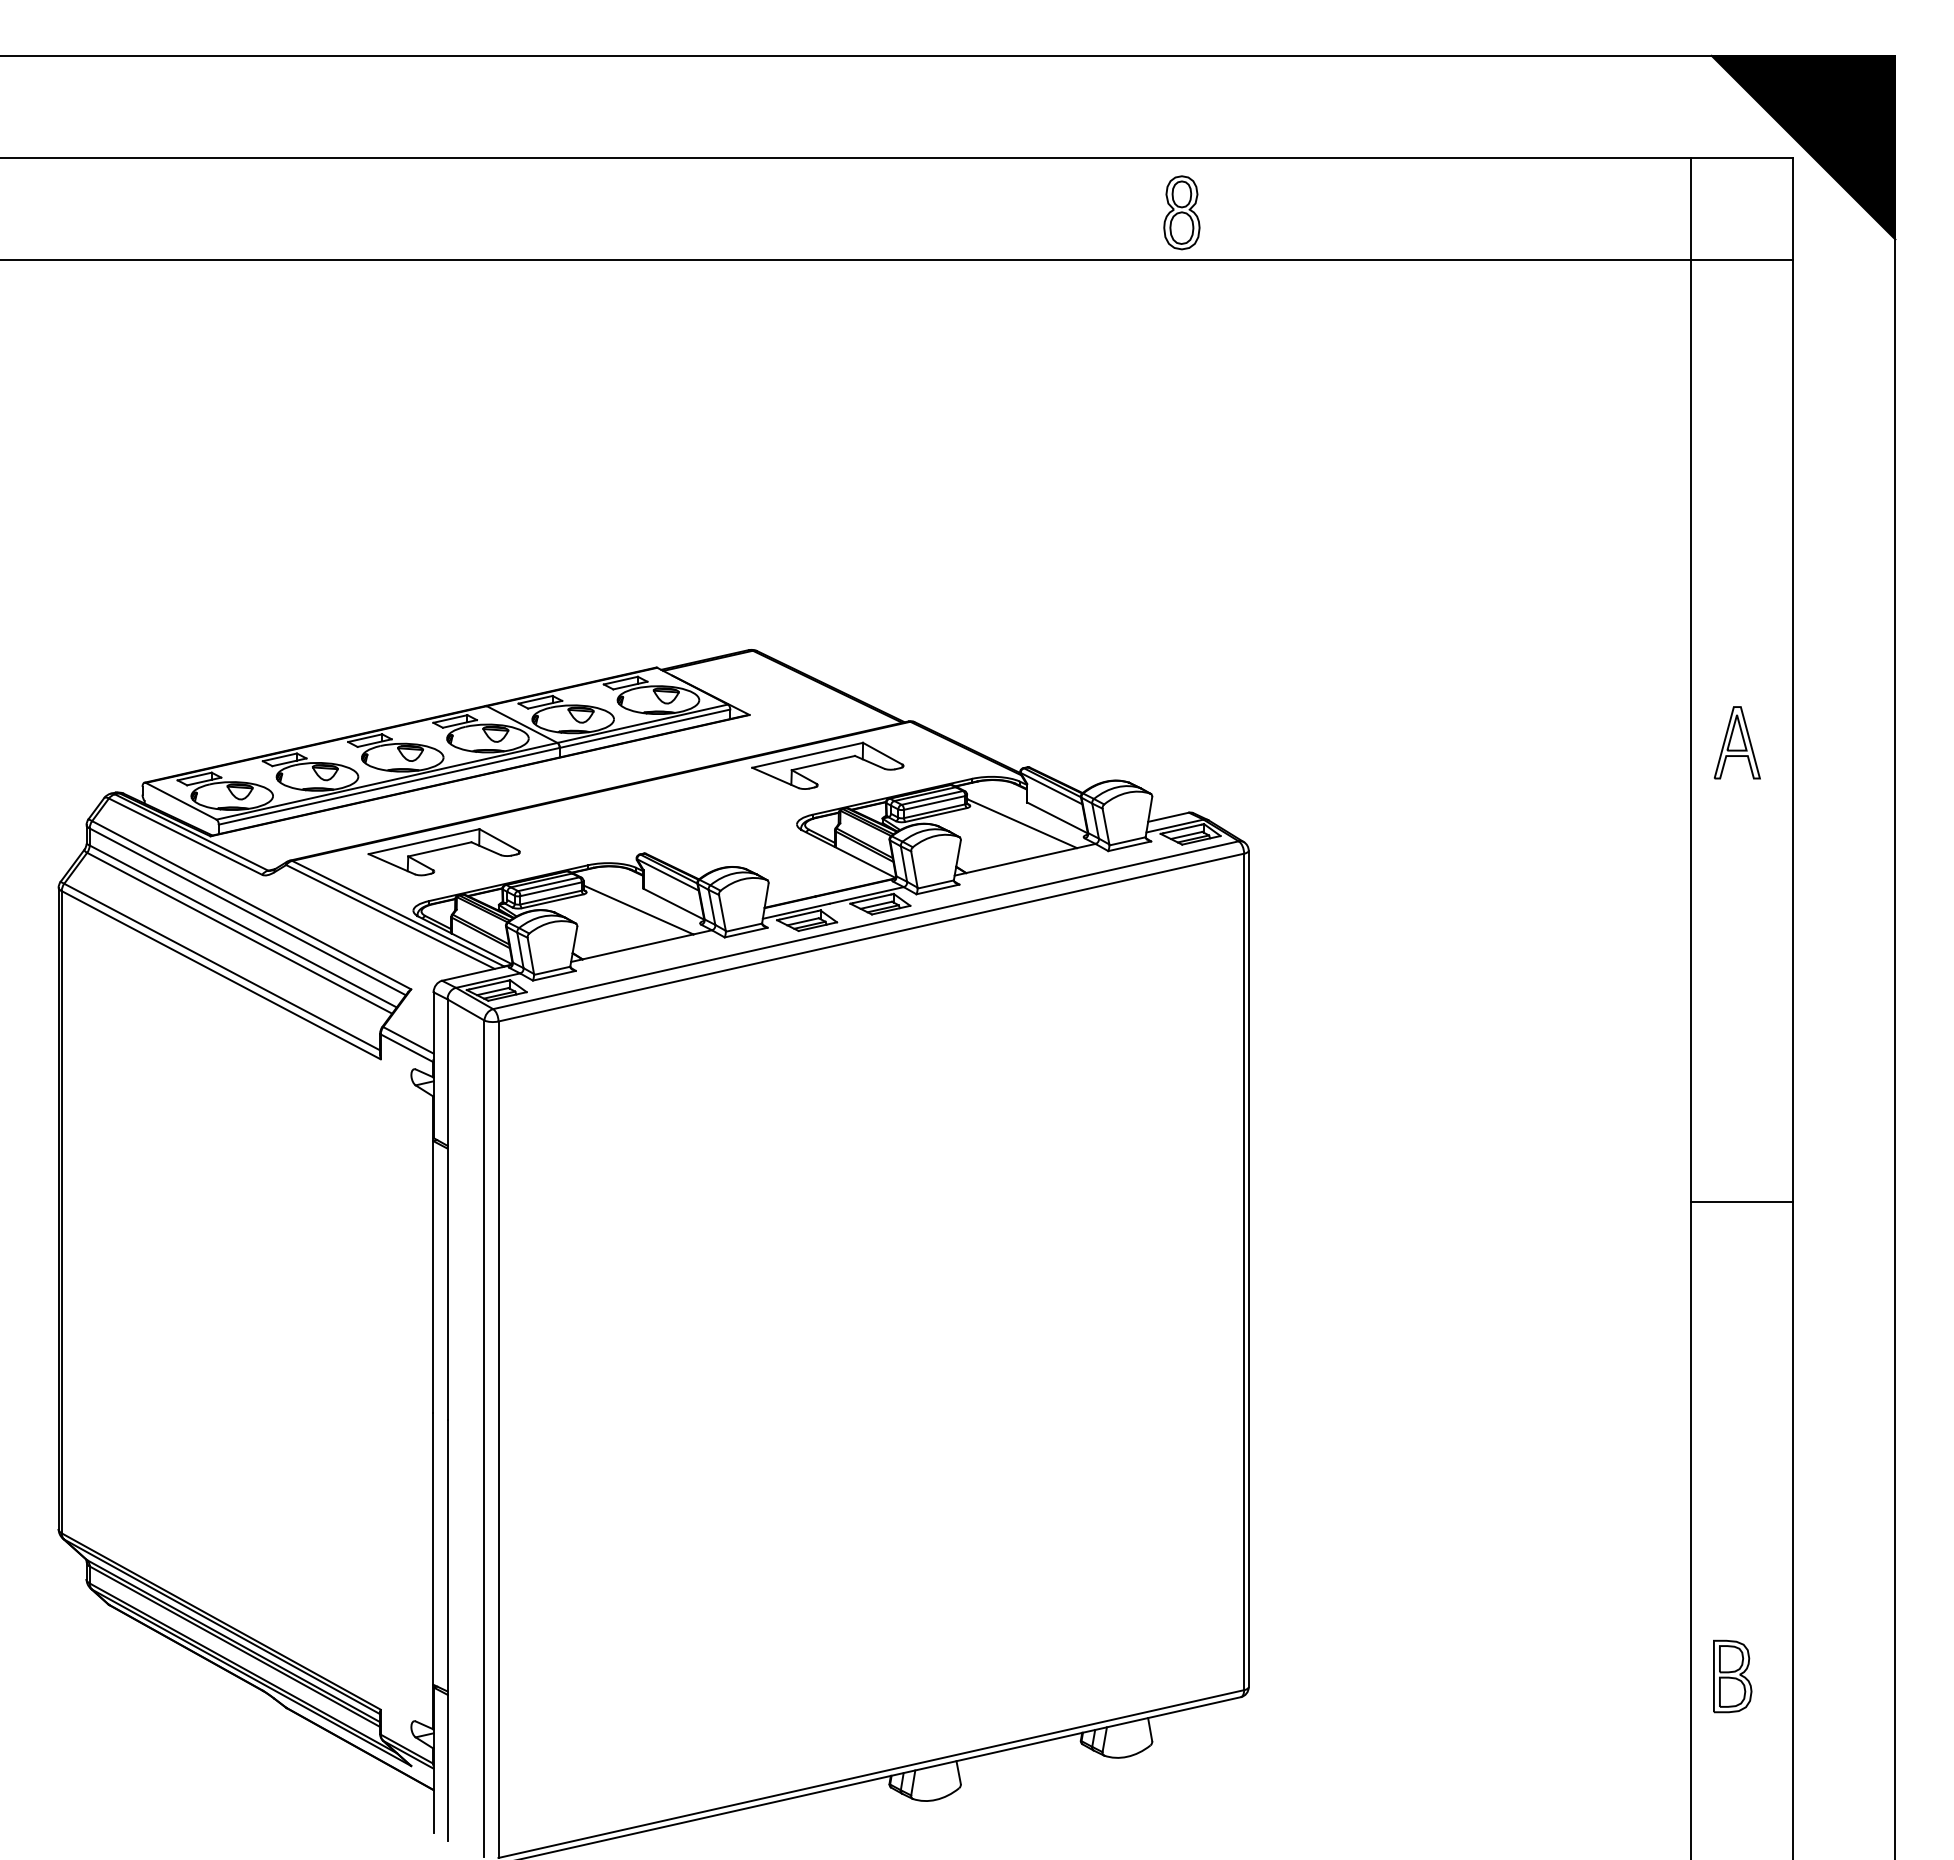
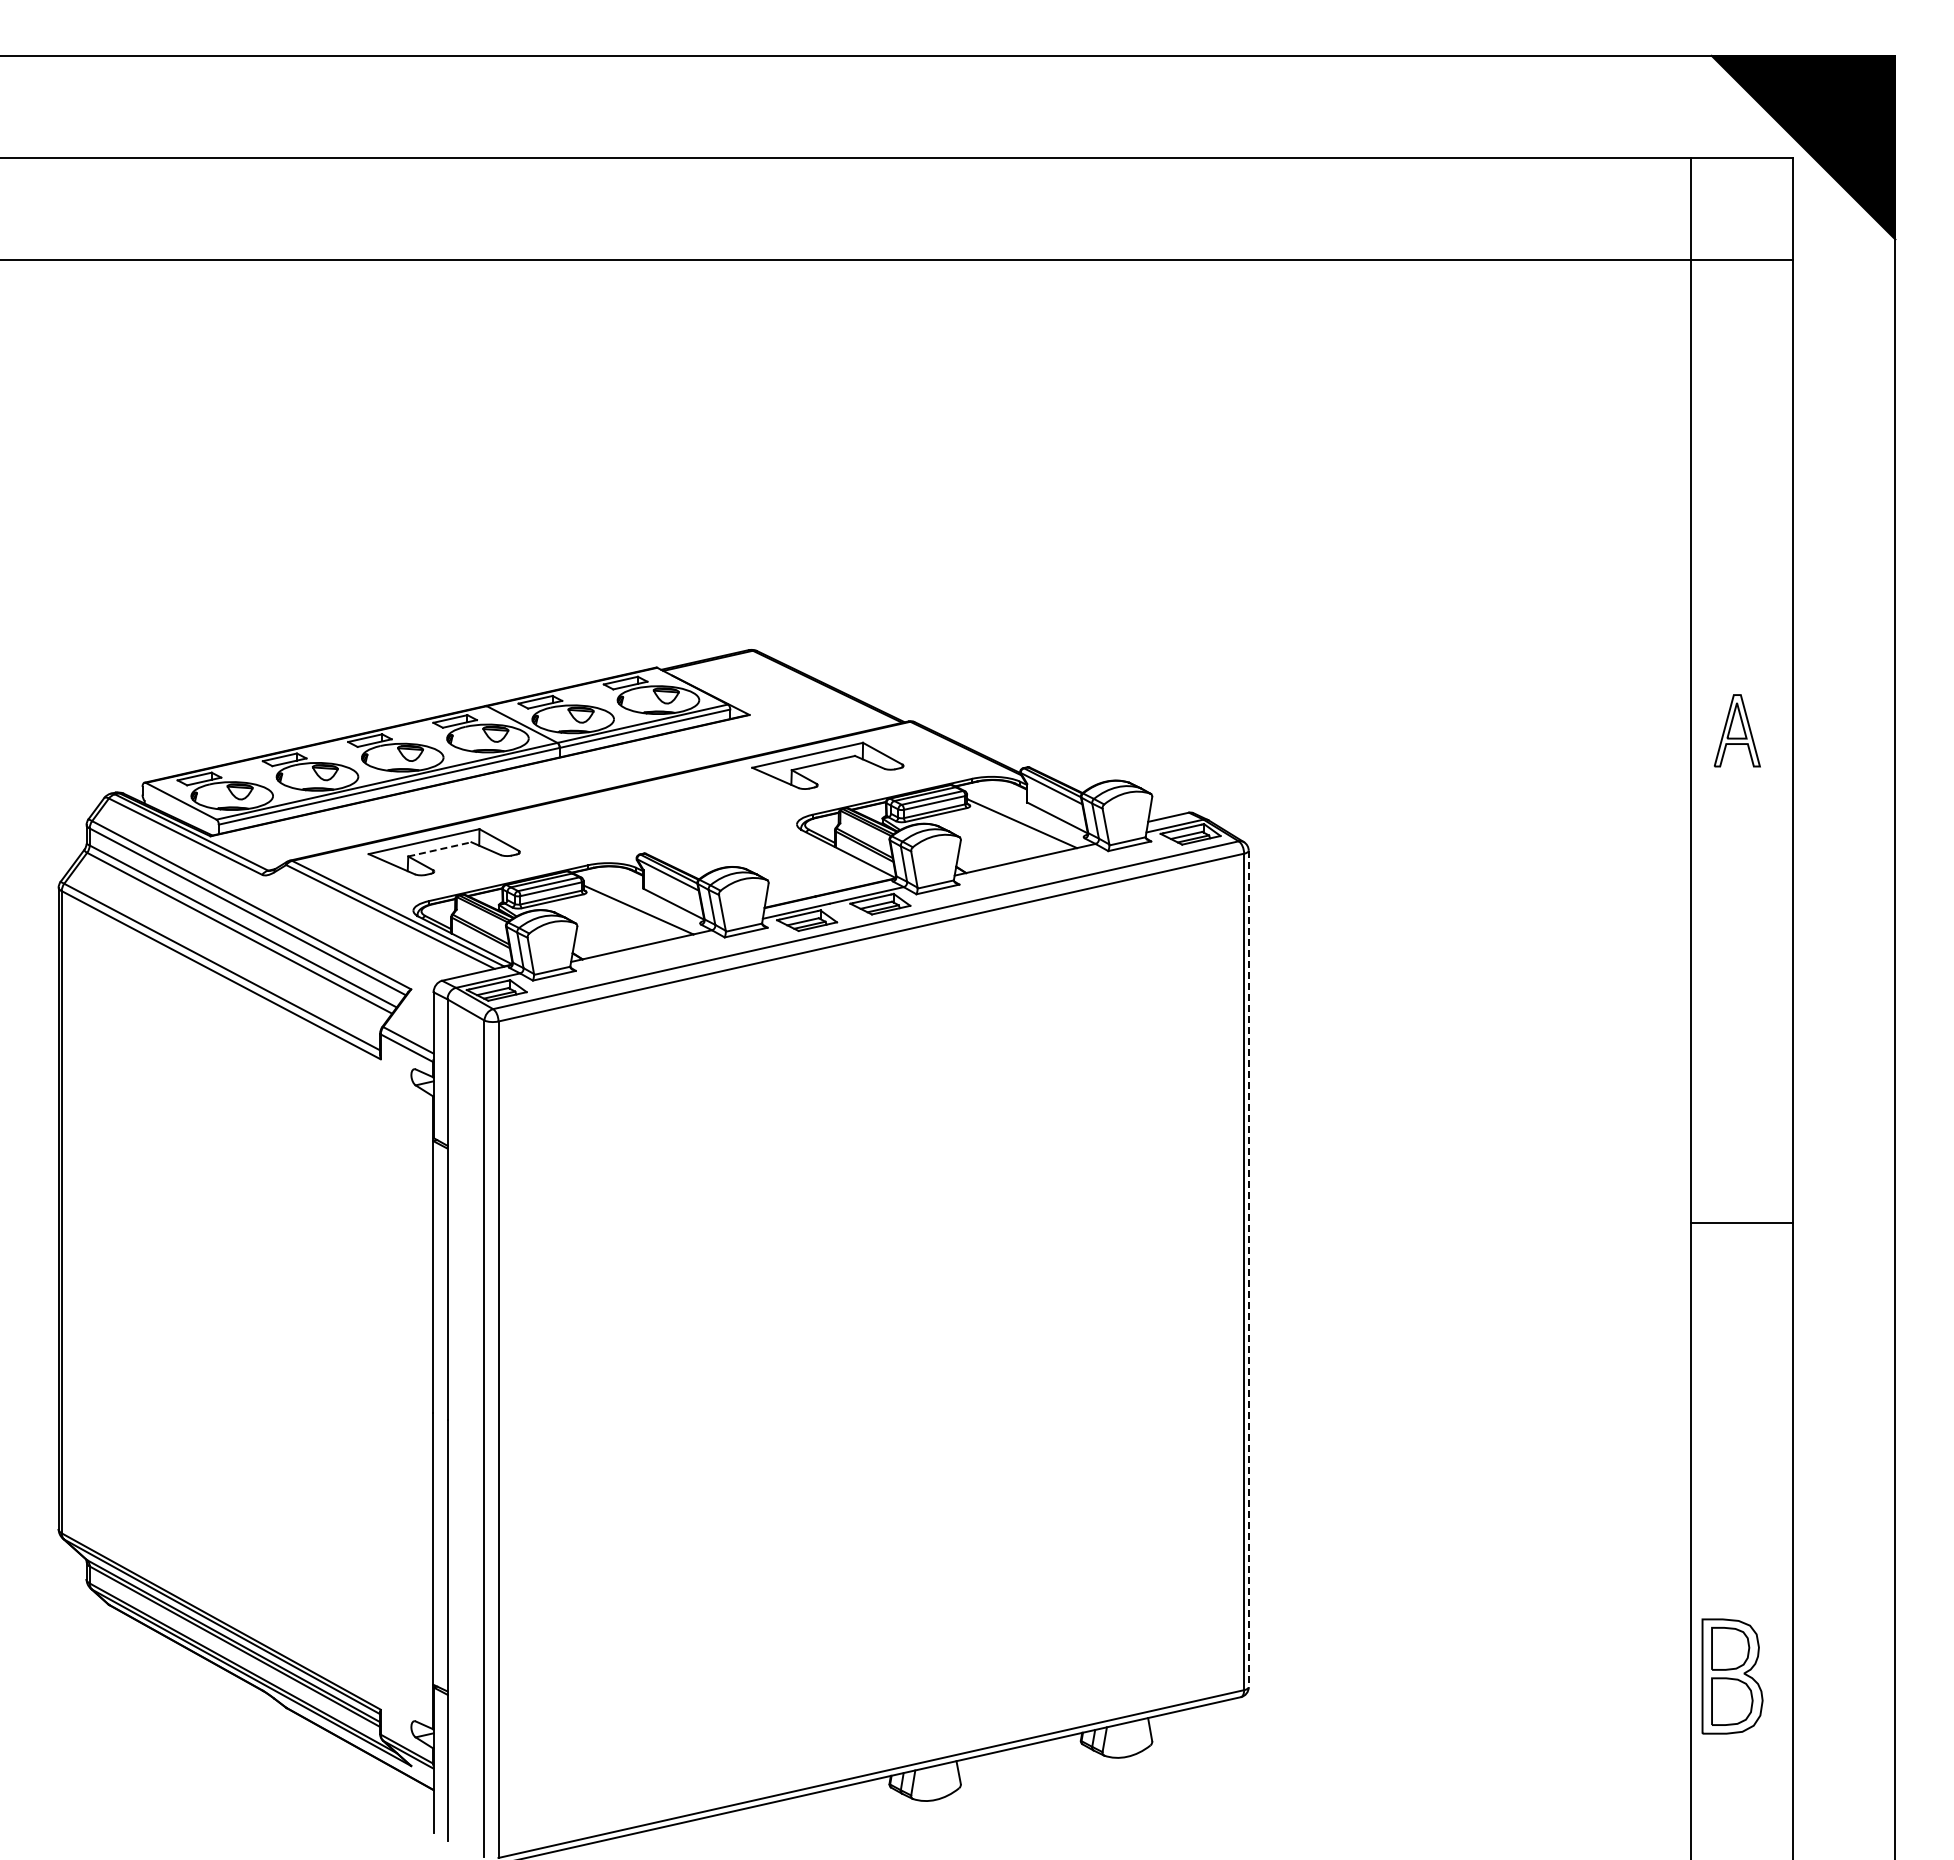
part at (1181, 212): present -> none
part at (1737, 742) position: (1737, 742) -> (1737, 730)
line at (440, 849): solid -> dashed
line at (1742, 1202) position: (1742, 1202) -> (1742, 1223)
line at (1248, 1269): solid -> dashed
part at (1732, 1676) size: 40x75 px -> 63x117 px
